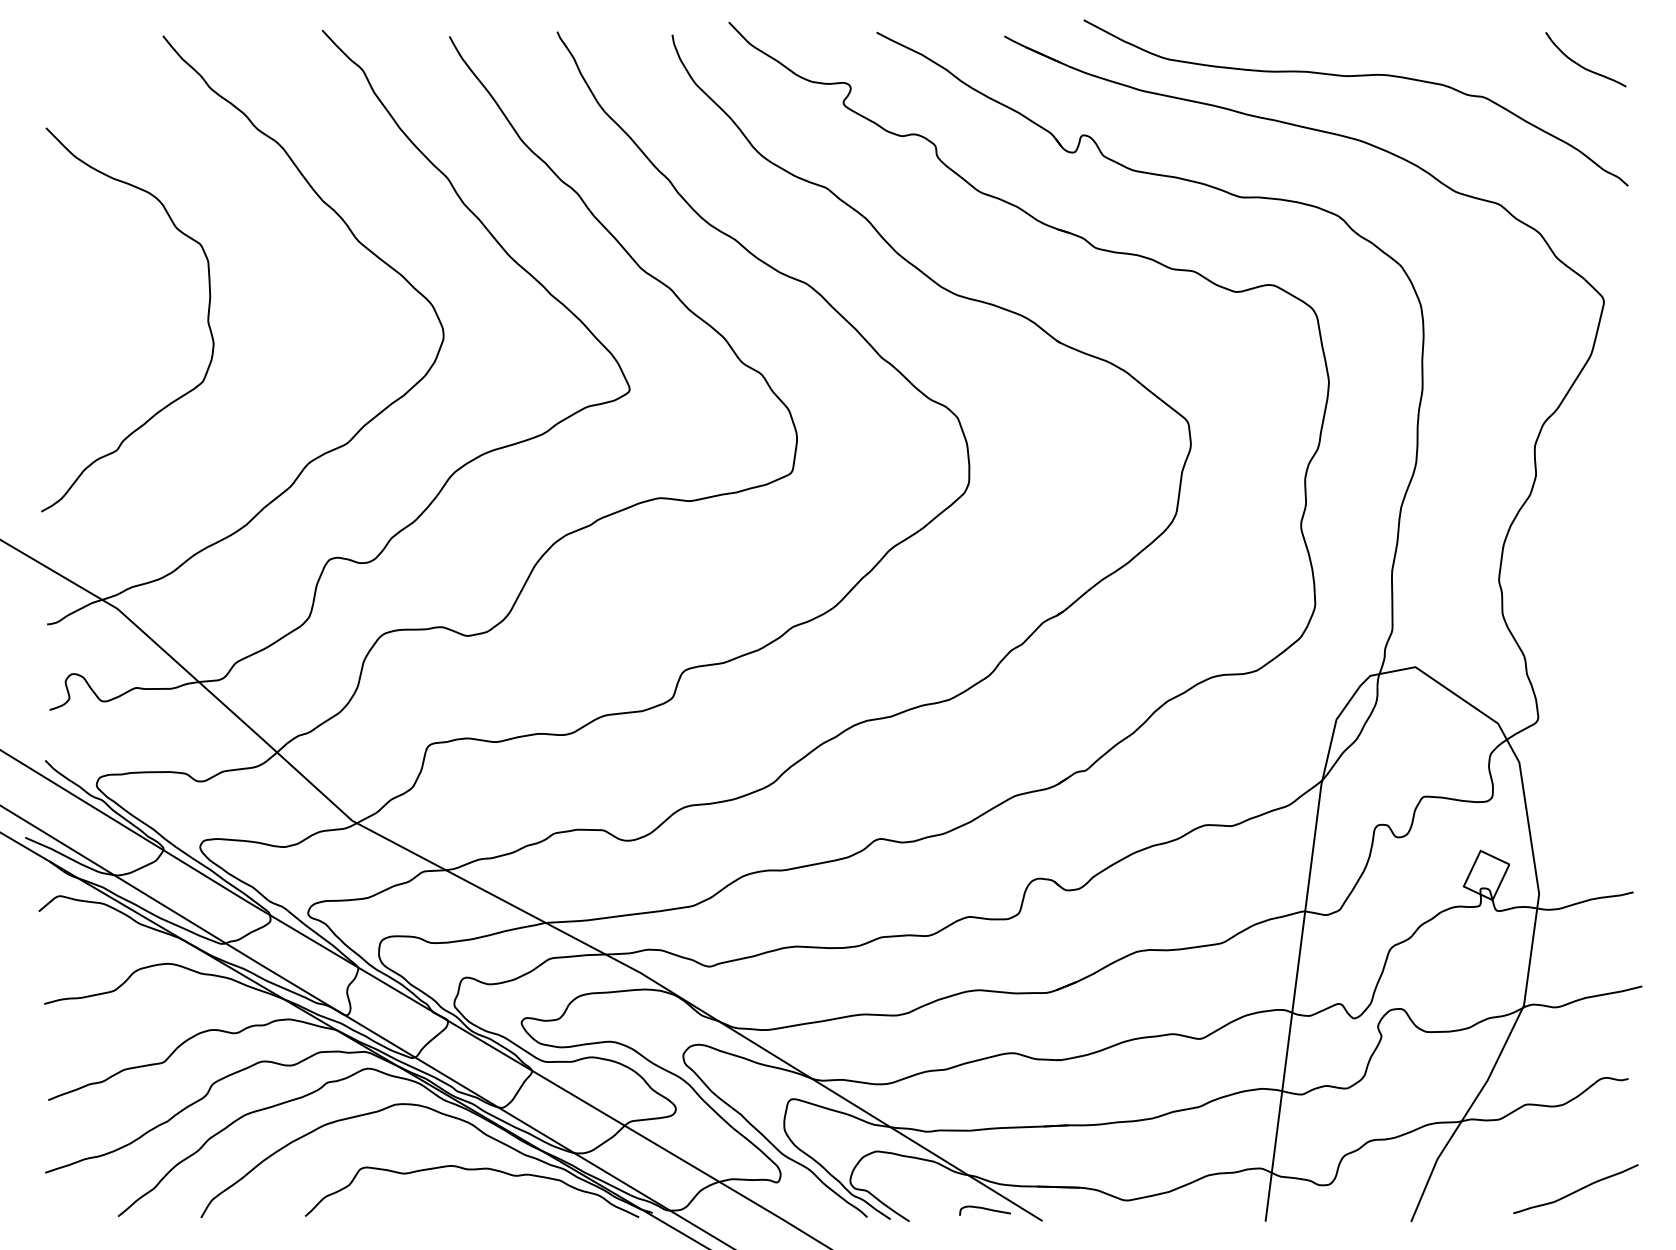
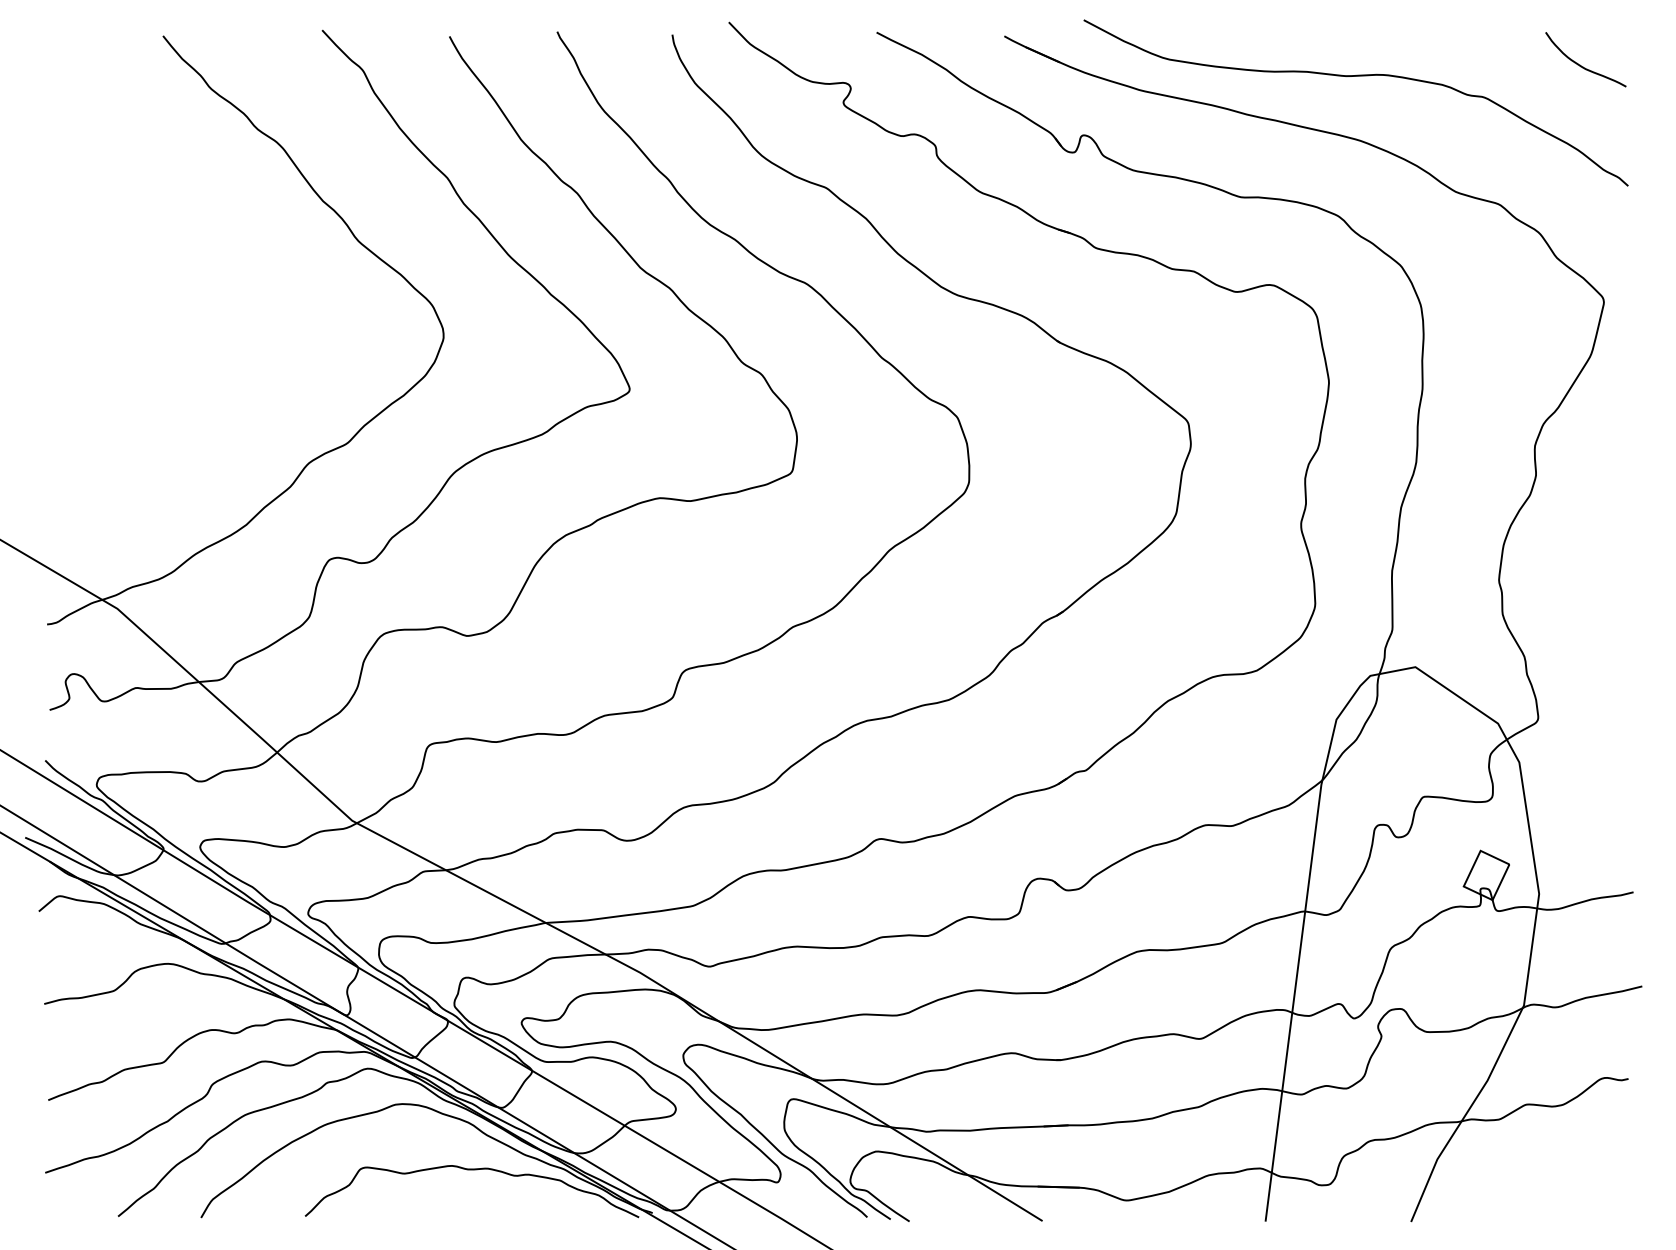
curve at (207, 319): present -> none
curve at (1575, 1190): present -> none
curve at (984, 1209): present -> none
